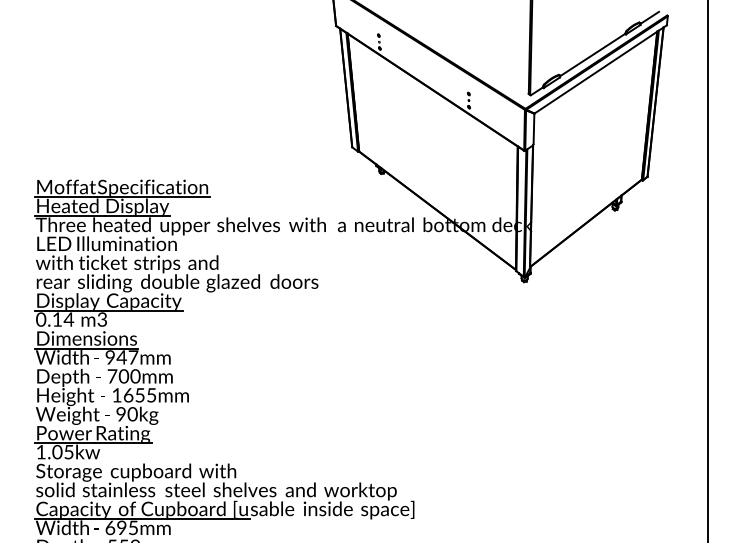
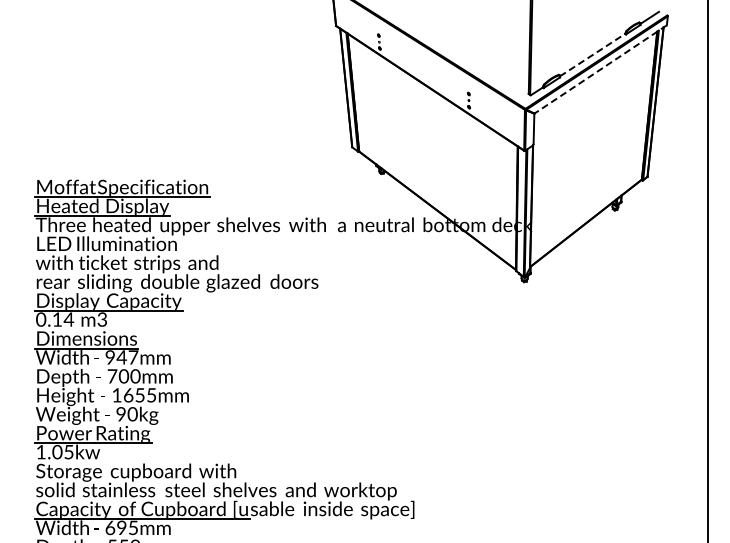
line at (593, 54): solid -> dashed
line at (600, 69): solid -> dashed
